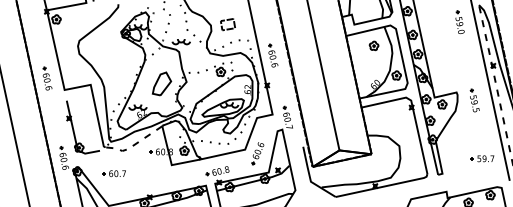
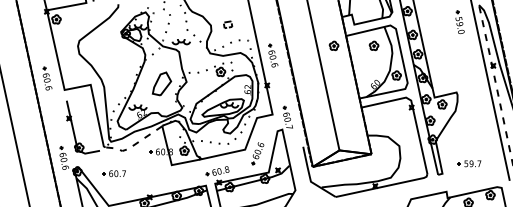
part at (227, 24) size: 16x14 px -> 11x9 px
part at (333, 45): none -> present
part at (474, 100): present -> none
part at (482, 158) position: (482, 158) -> (469, 163)
